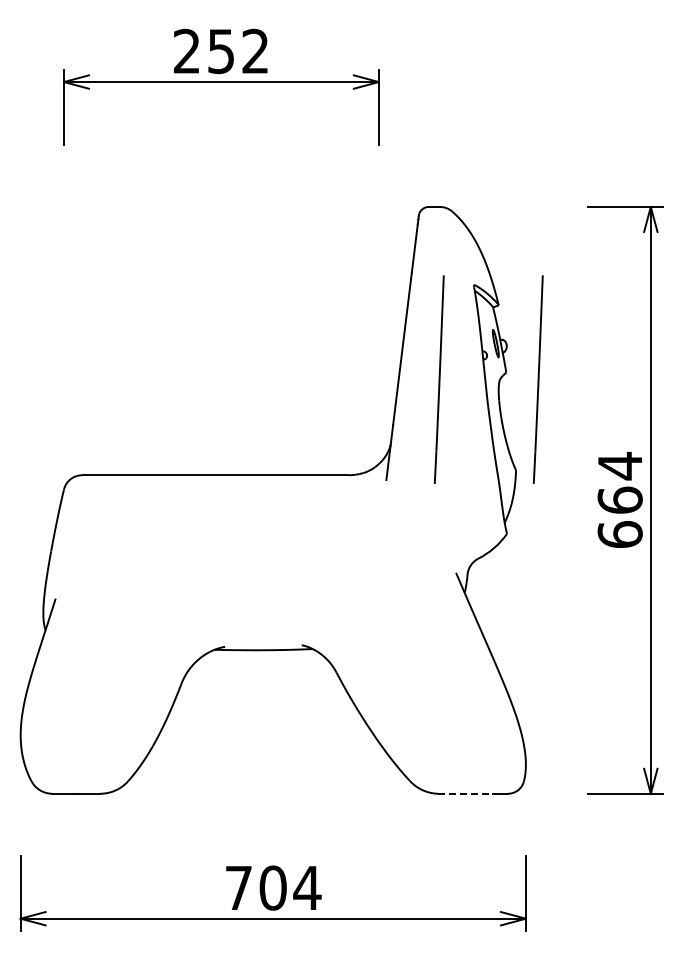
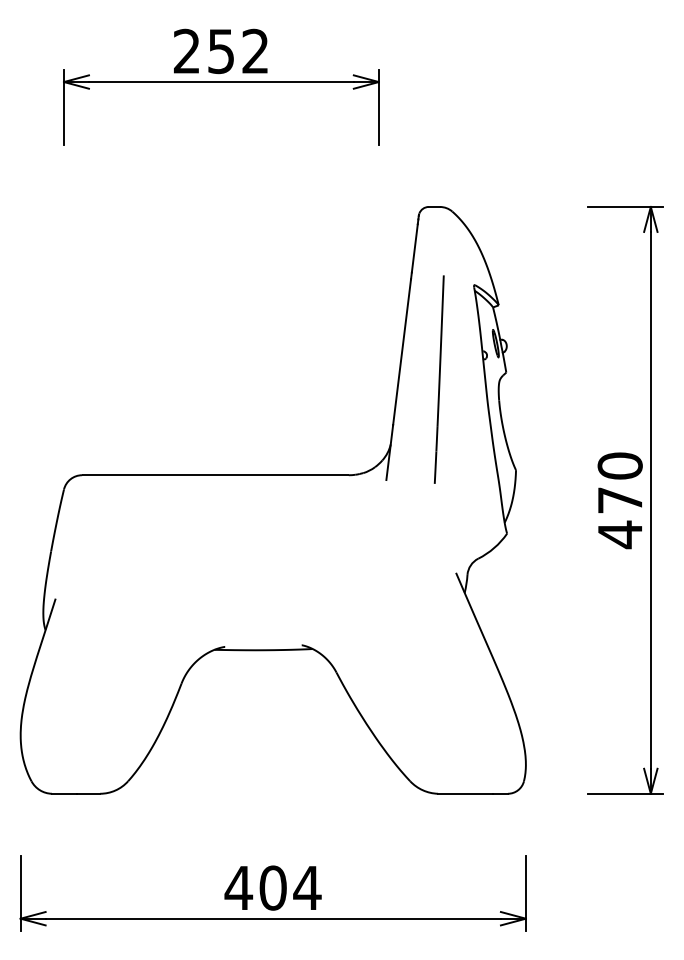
line at (537, 379): present -> none
text at (619, 500): 664 -> 470
line at (466, 793): dashed -> solid
text at (238, 887): 704 -> 404
